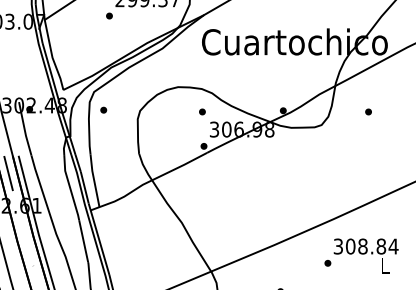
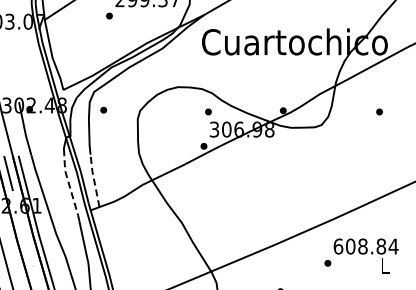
part at (202, 111) position: (202, 111) -> (208, 111)
part at (368, 111) position: (368, 111) -> (379, 111)
line at (94, 179): solid -> dashed
line at (70, 187): solid -> dashed
text at (338, 246): 308.84 -> 608.84
